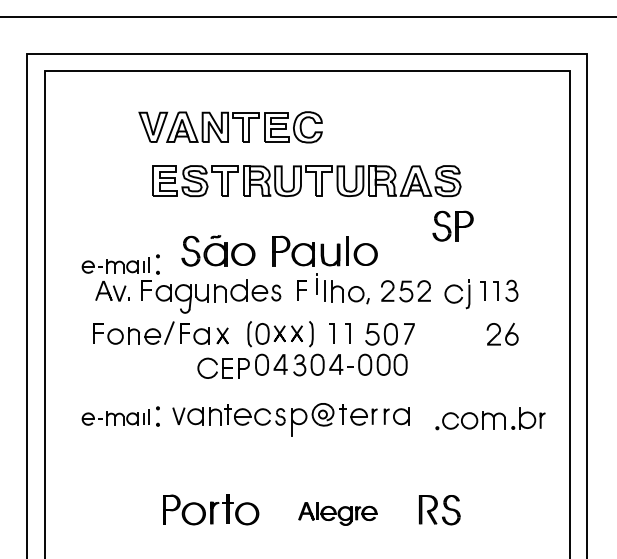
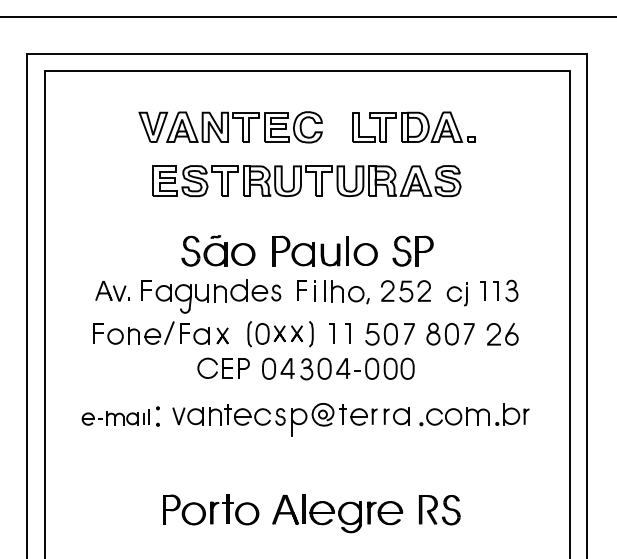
part at (413, 126): none -> present
part at (452, 225) position: (452, 225) -> (412, 250)
part at (120, 264): present -> none
line at (316, 283) position: (316, 283) -> (314, 290)
part at (457, 294) size: 27x31 px -> 22x25 px
part at (450, 333): none -> present
part at (331, 364) position: (331, 364) -> (338, 368)
part at (490, 418) position: (490, 418) -> (474, 414)
part at (337, 513) size: 80x24 px -> 132x40 px
